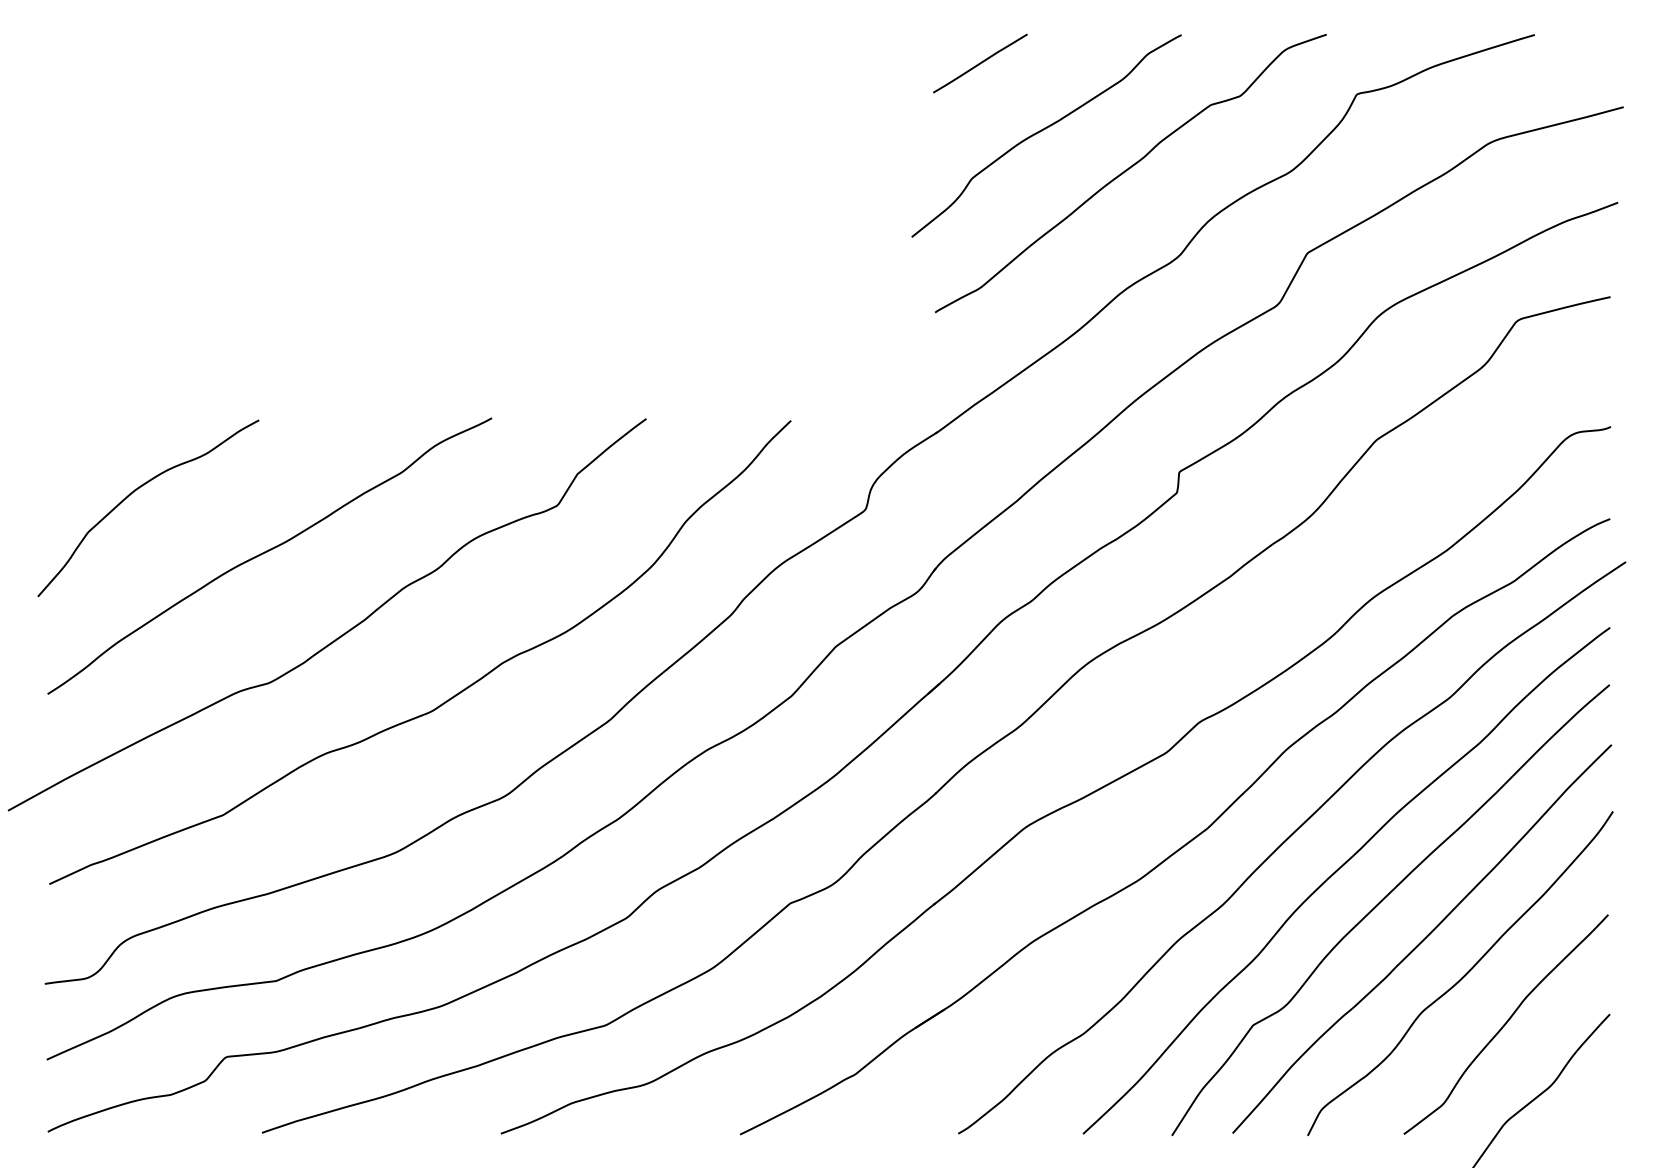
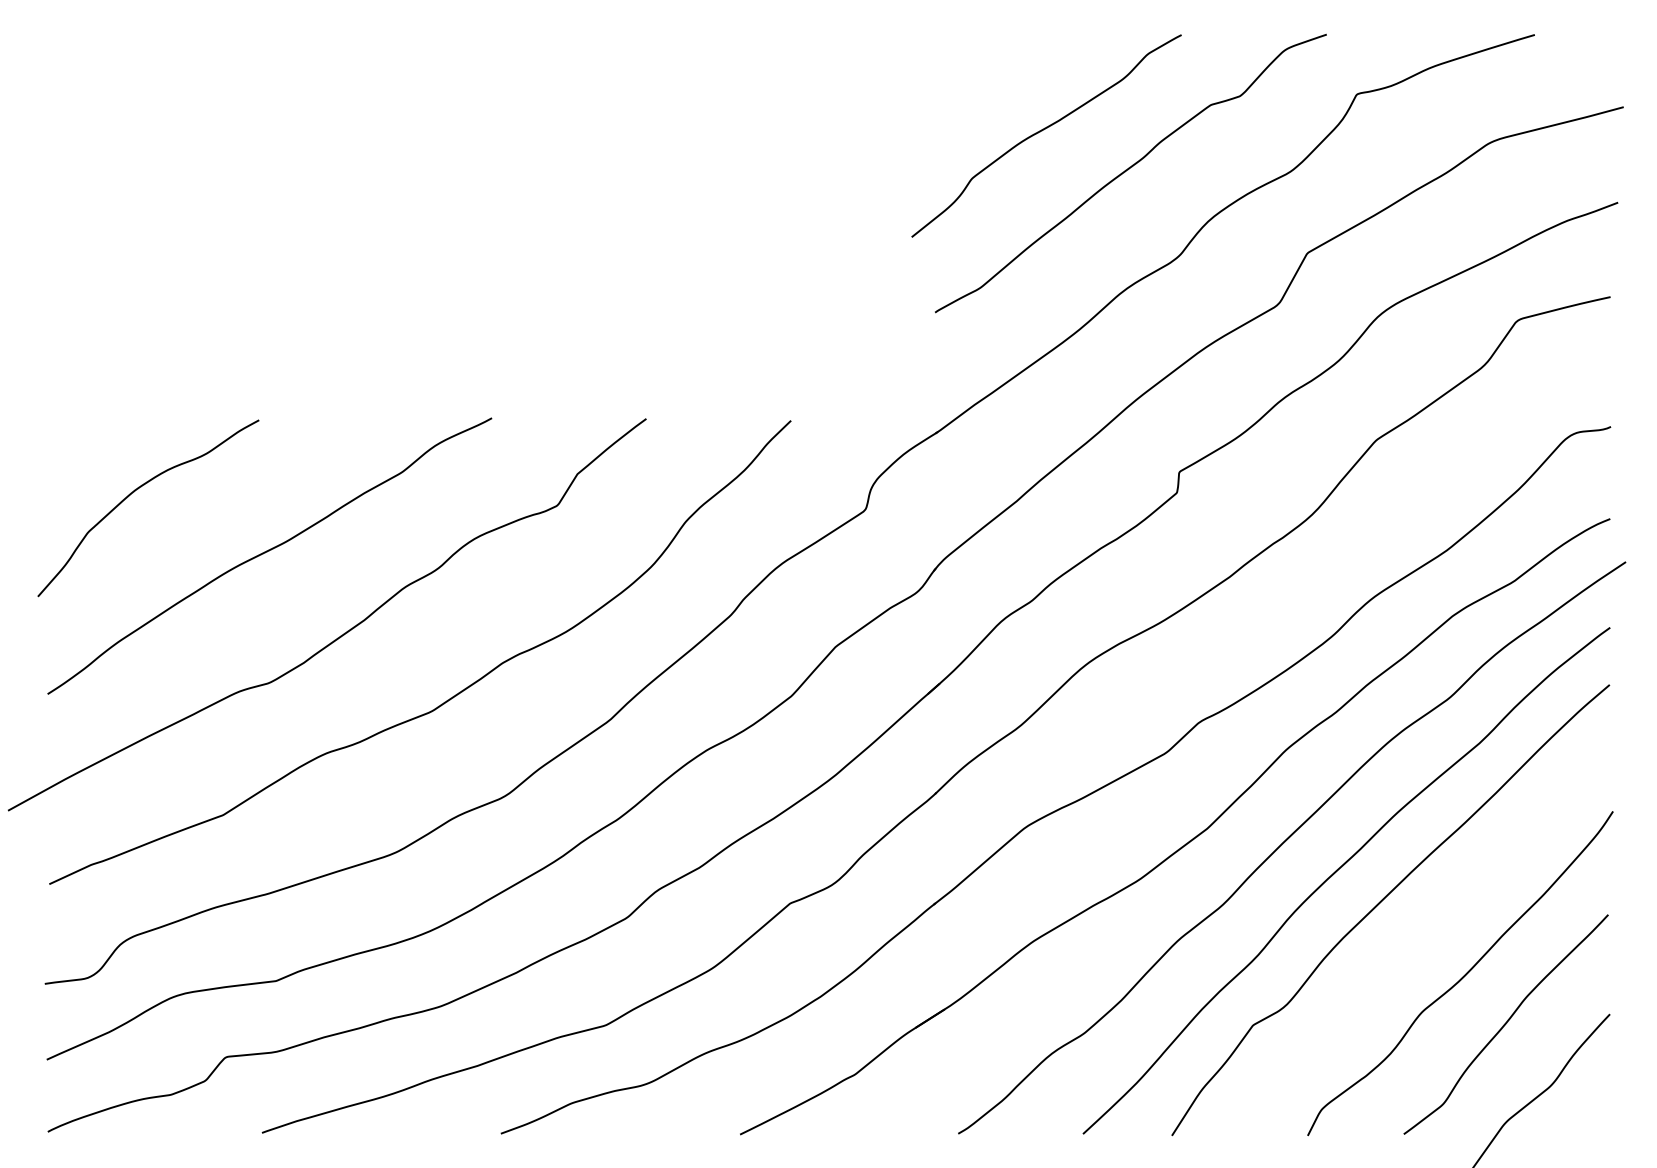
line at (980, 63): present -> none
curve at (1423, 938): present -> none
